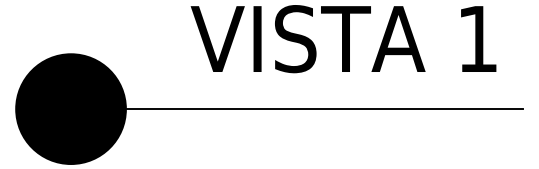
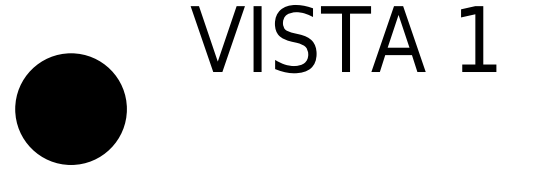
line at (323, 109): present -> none
